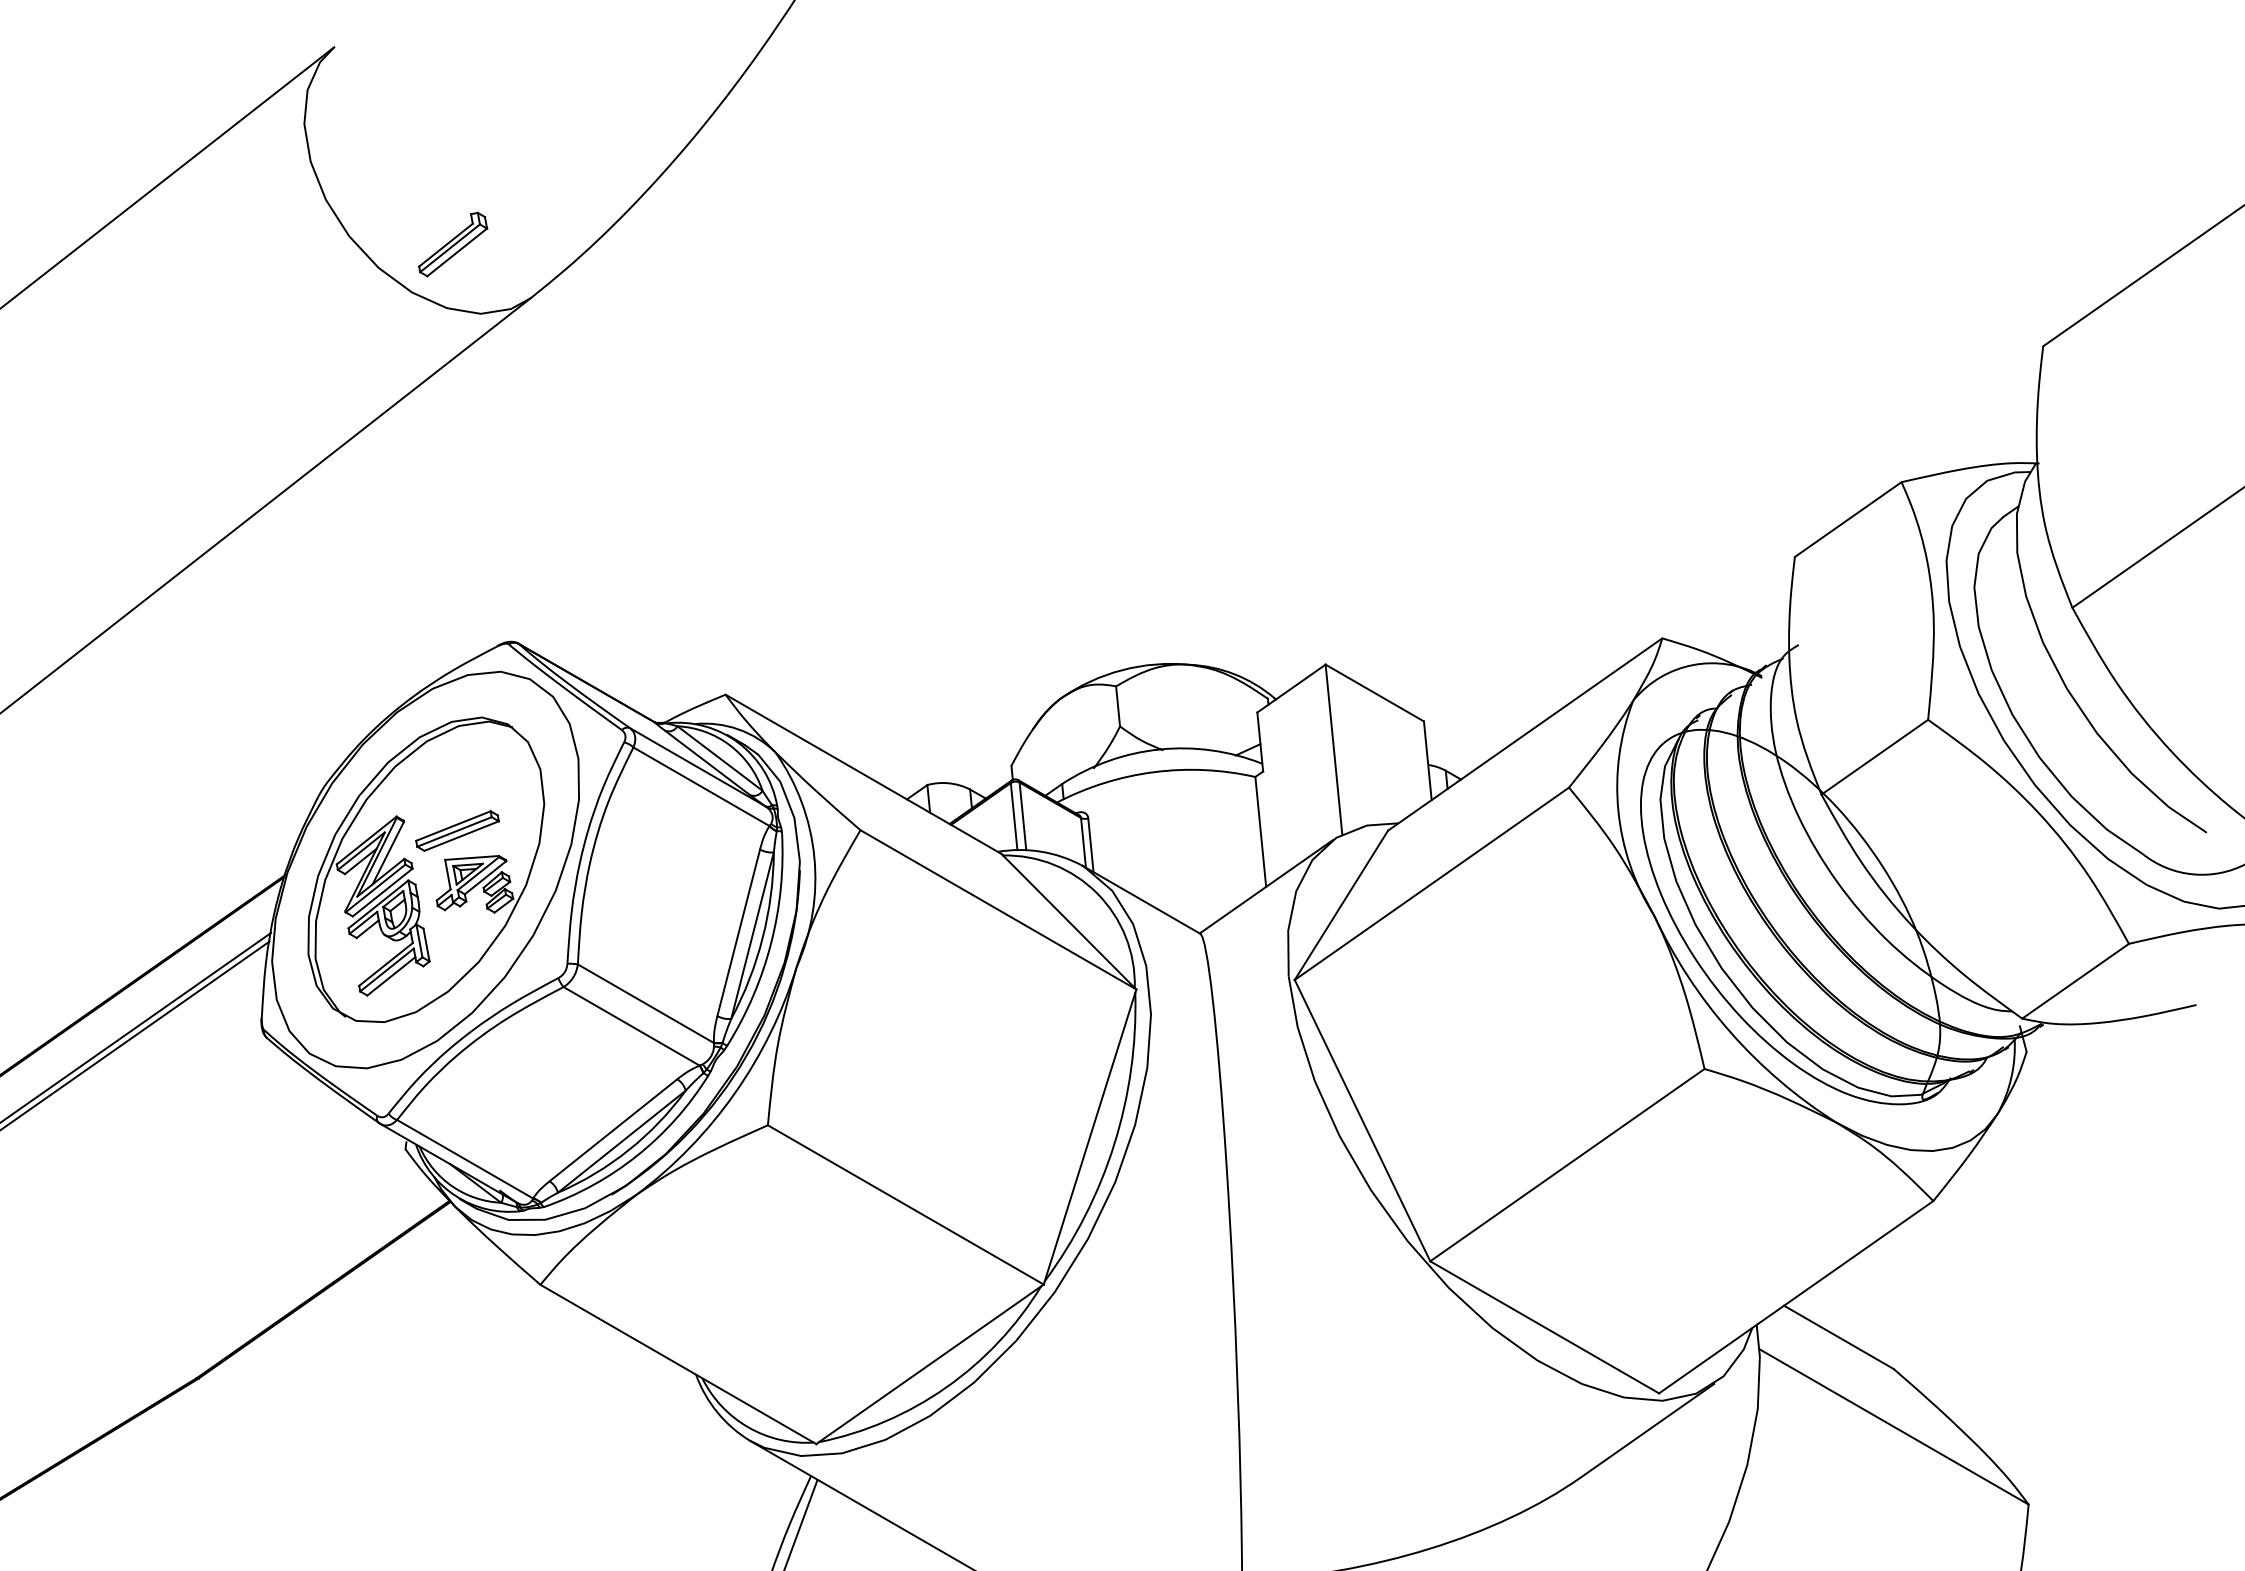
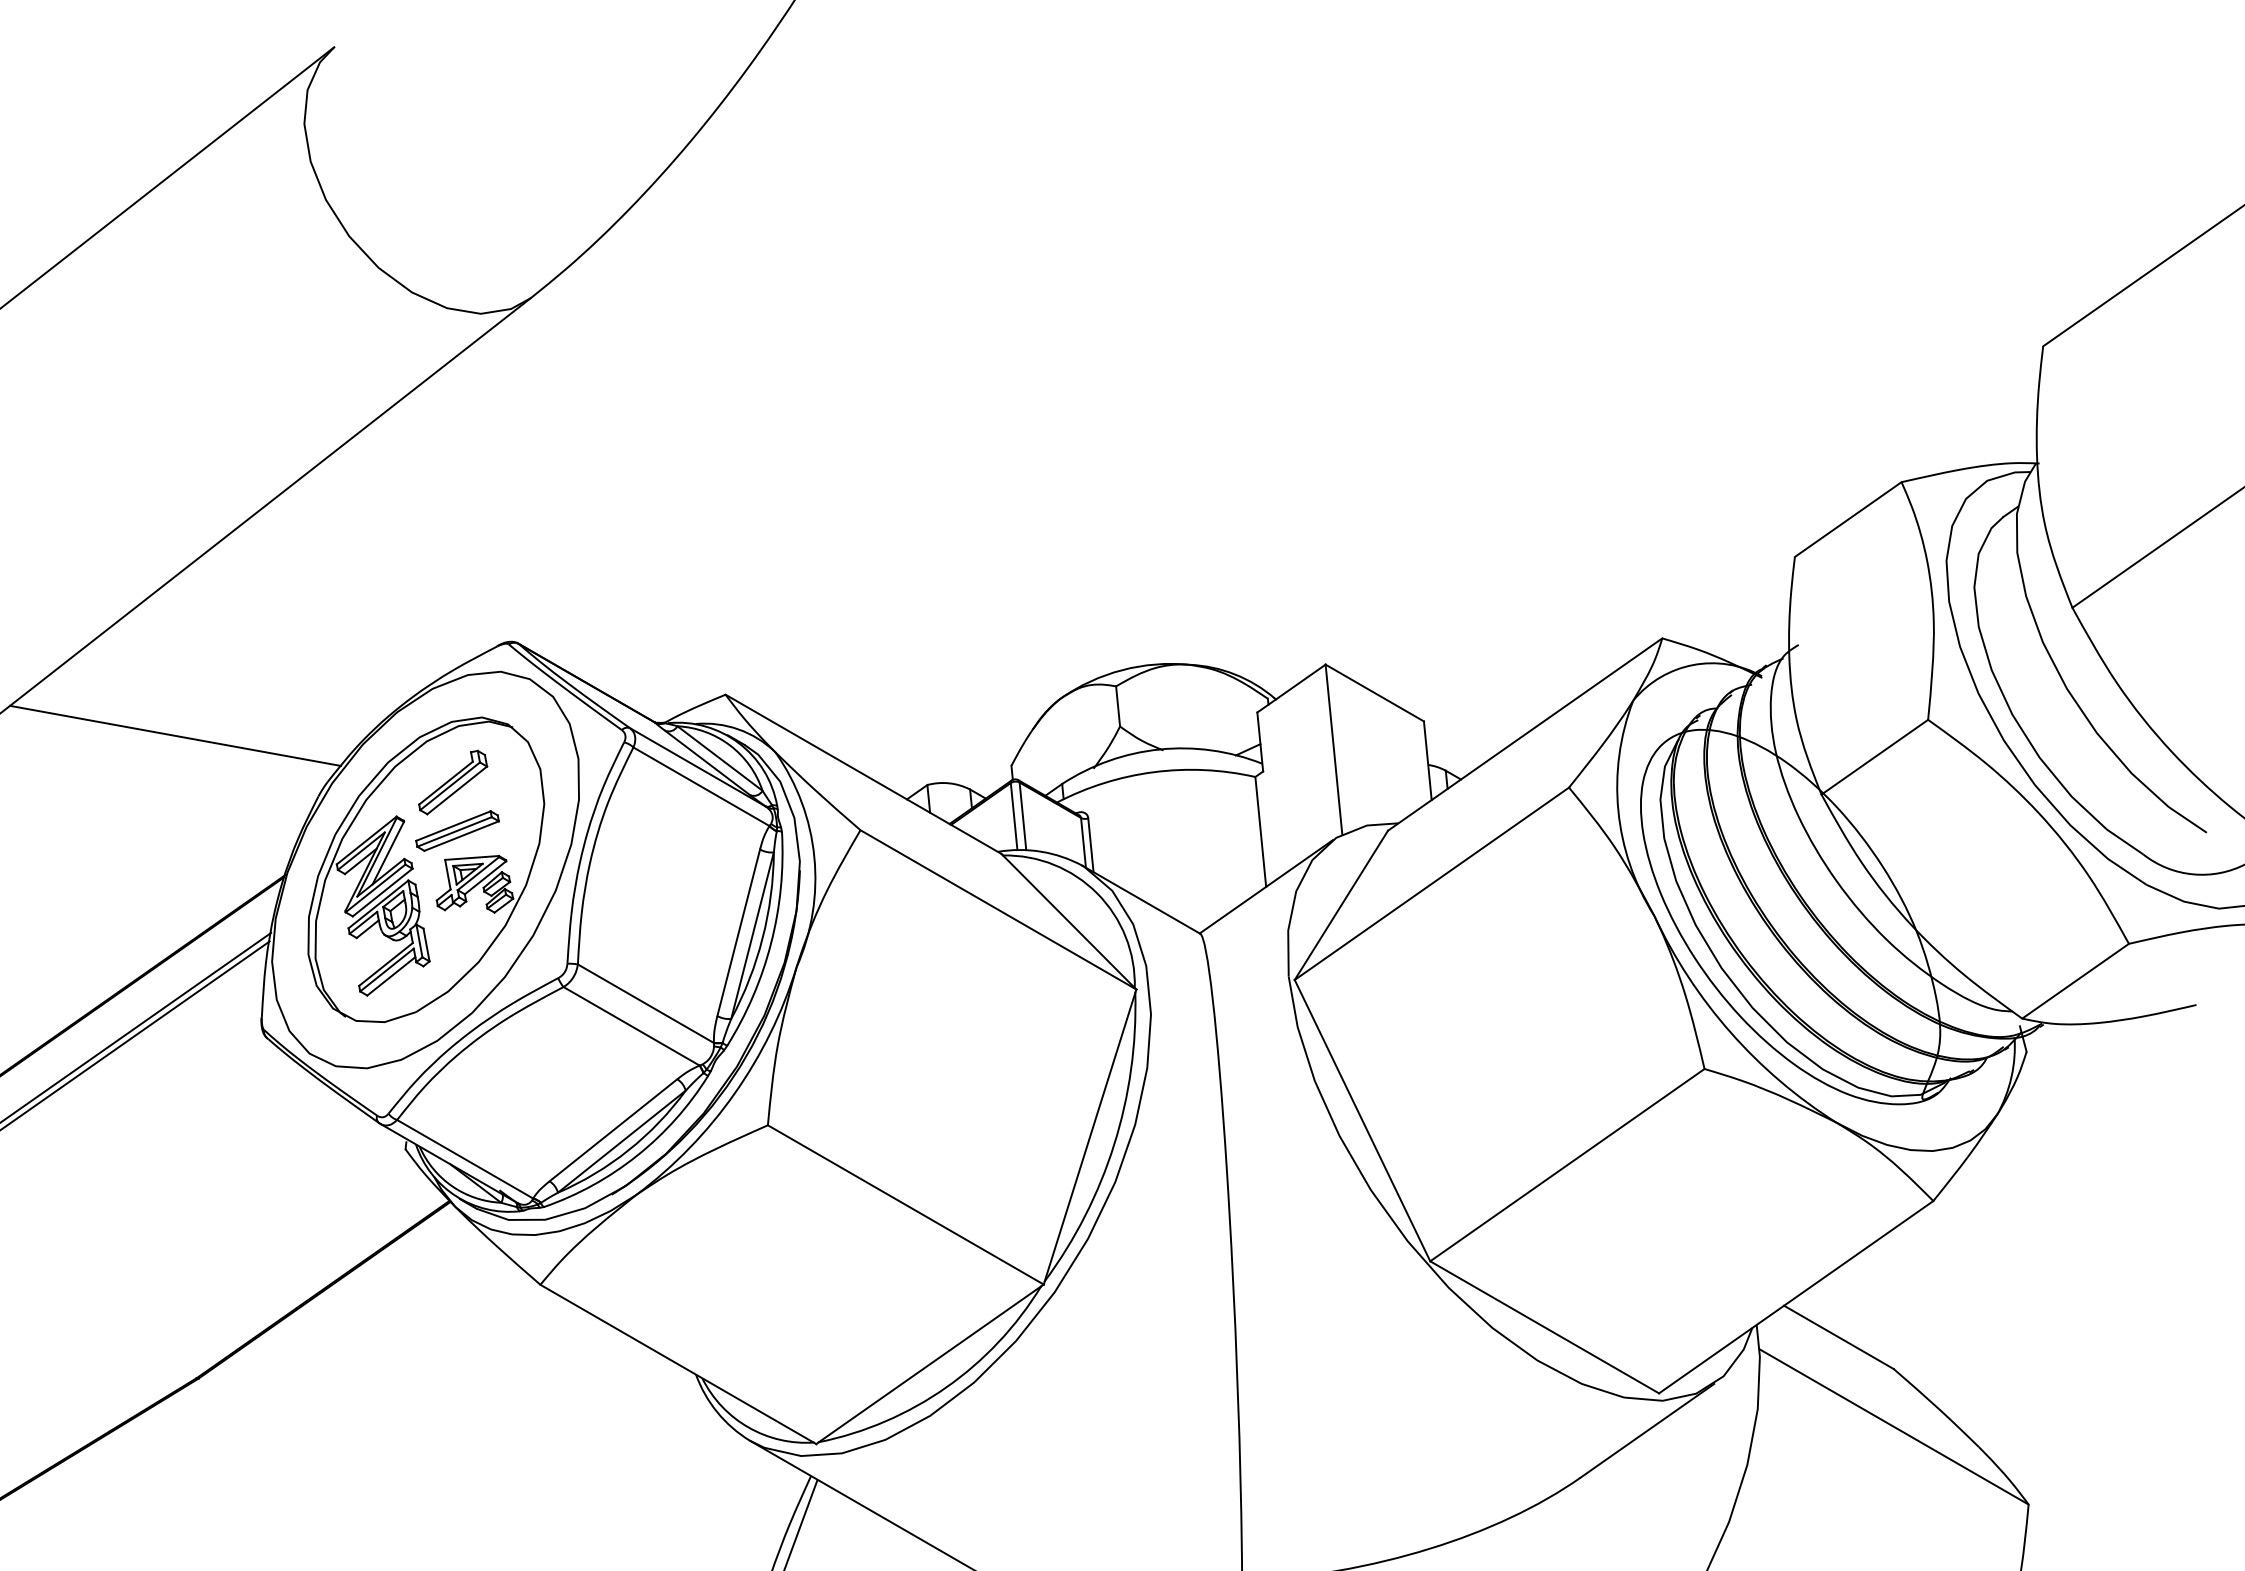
part at (453, 244) position: (453, 244) -> (453, 782)
line at (175, 735): none -> present
